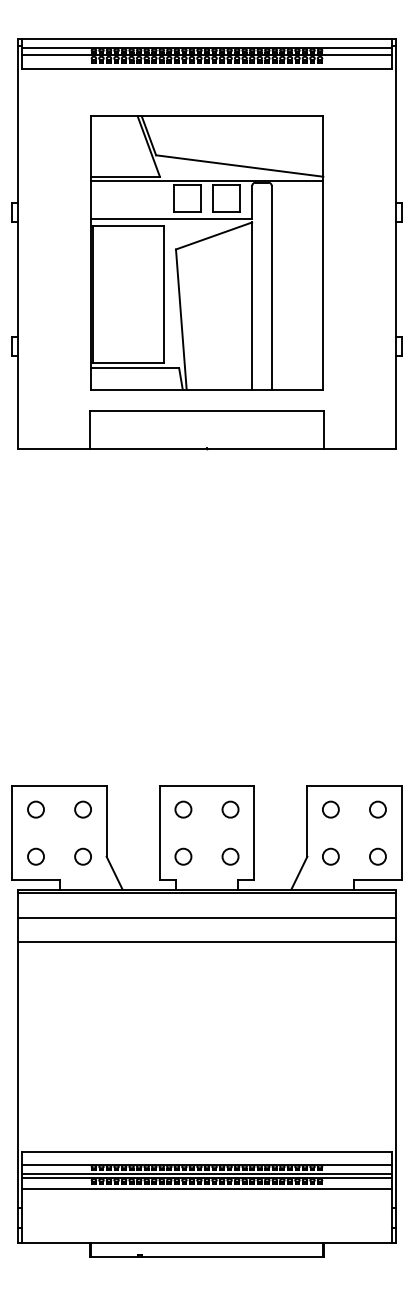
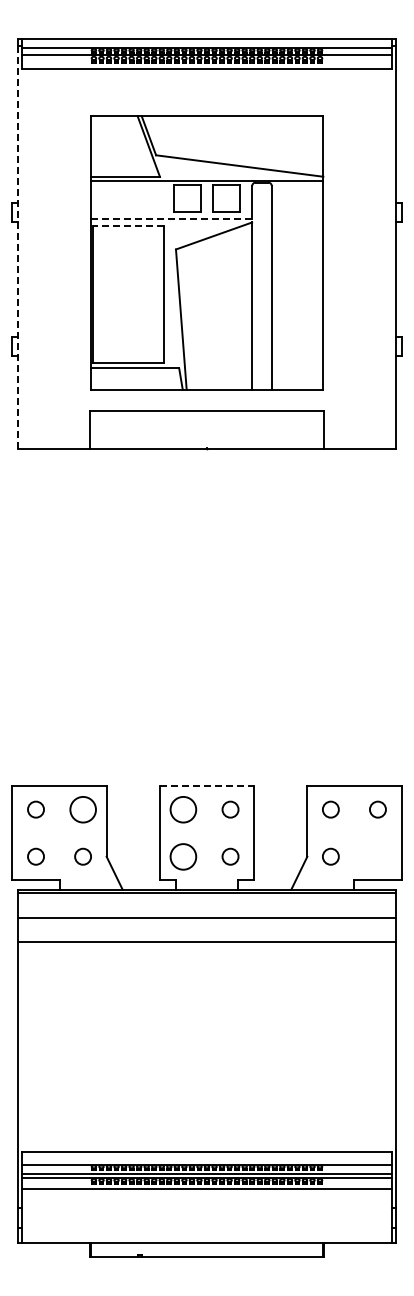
line at (171, 219): solid -> dashed
line at (128, 226): solid -> dashed
line at (18, 247): solid -> dashed
line at (207, 786): solid -> dashed
circle at (82, 809) size: 18x19 px -> 28x28 px
circle at (183, 809) size: 19x19 px -> 29x28 px
circle at (183, 856) size: 19x19 px -> 29x28 px
circle at (377, 856): present -> none
